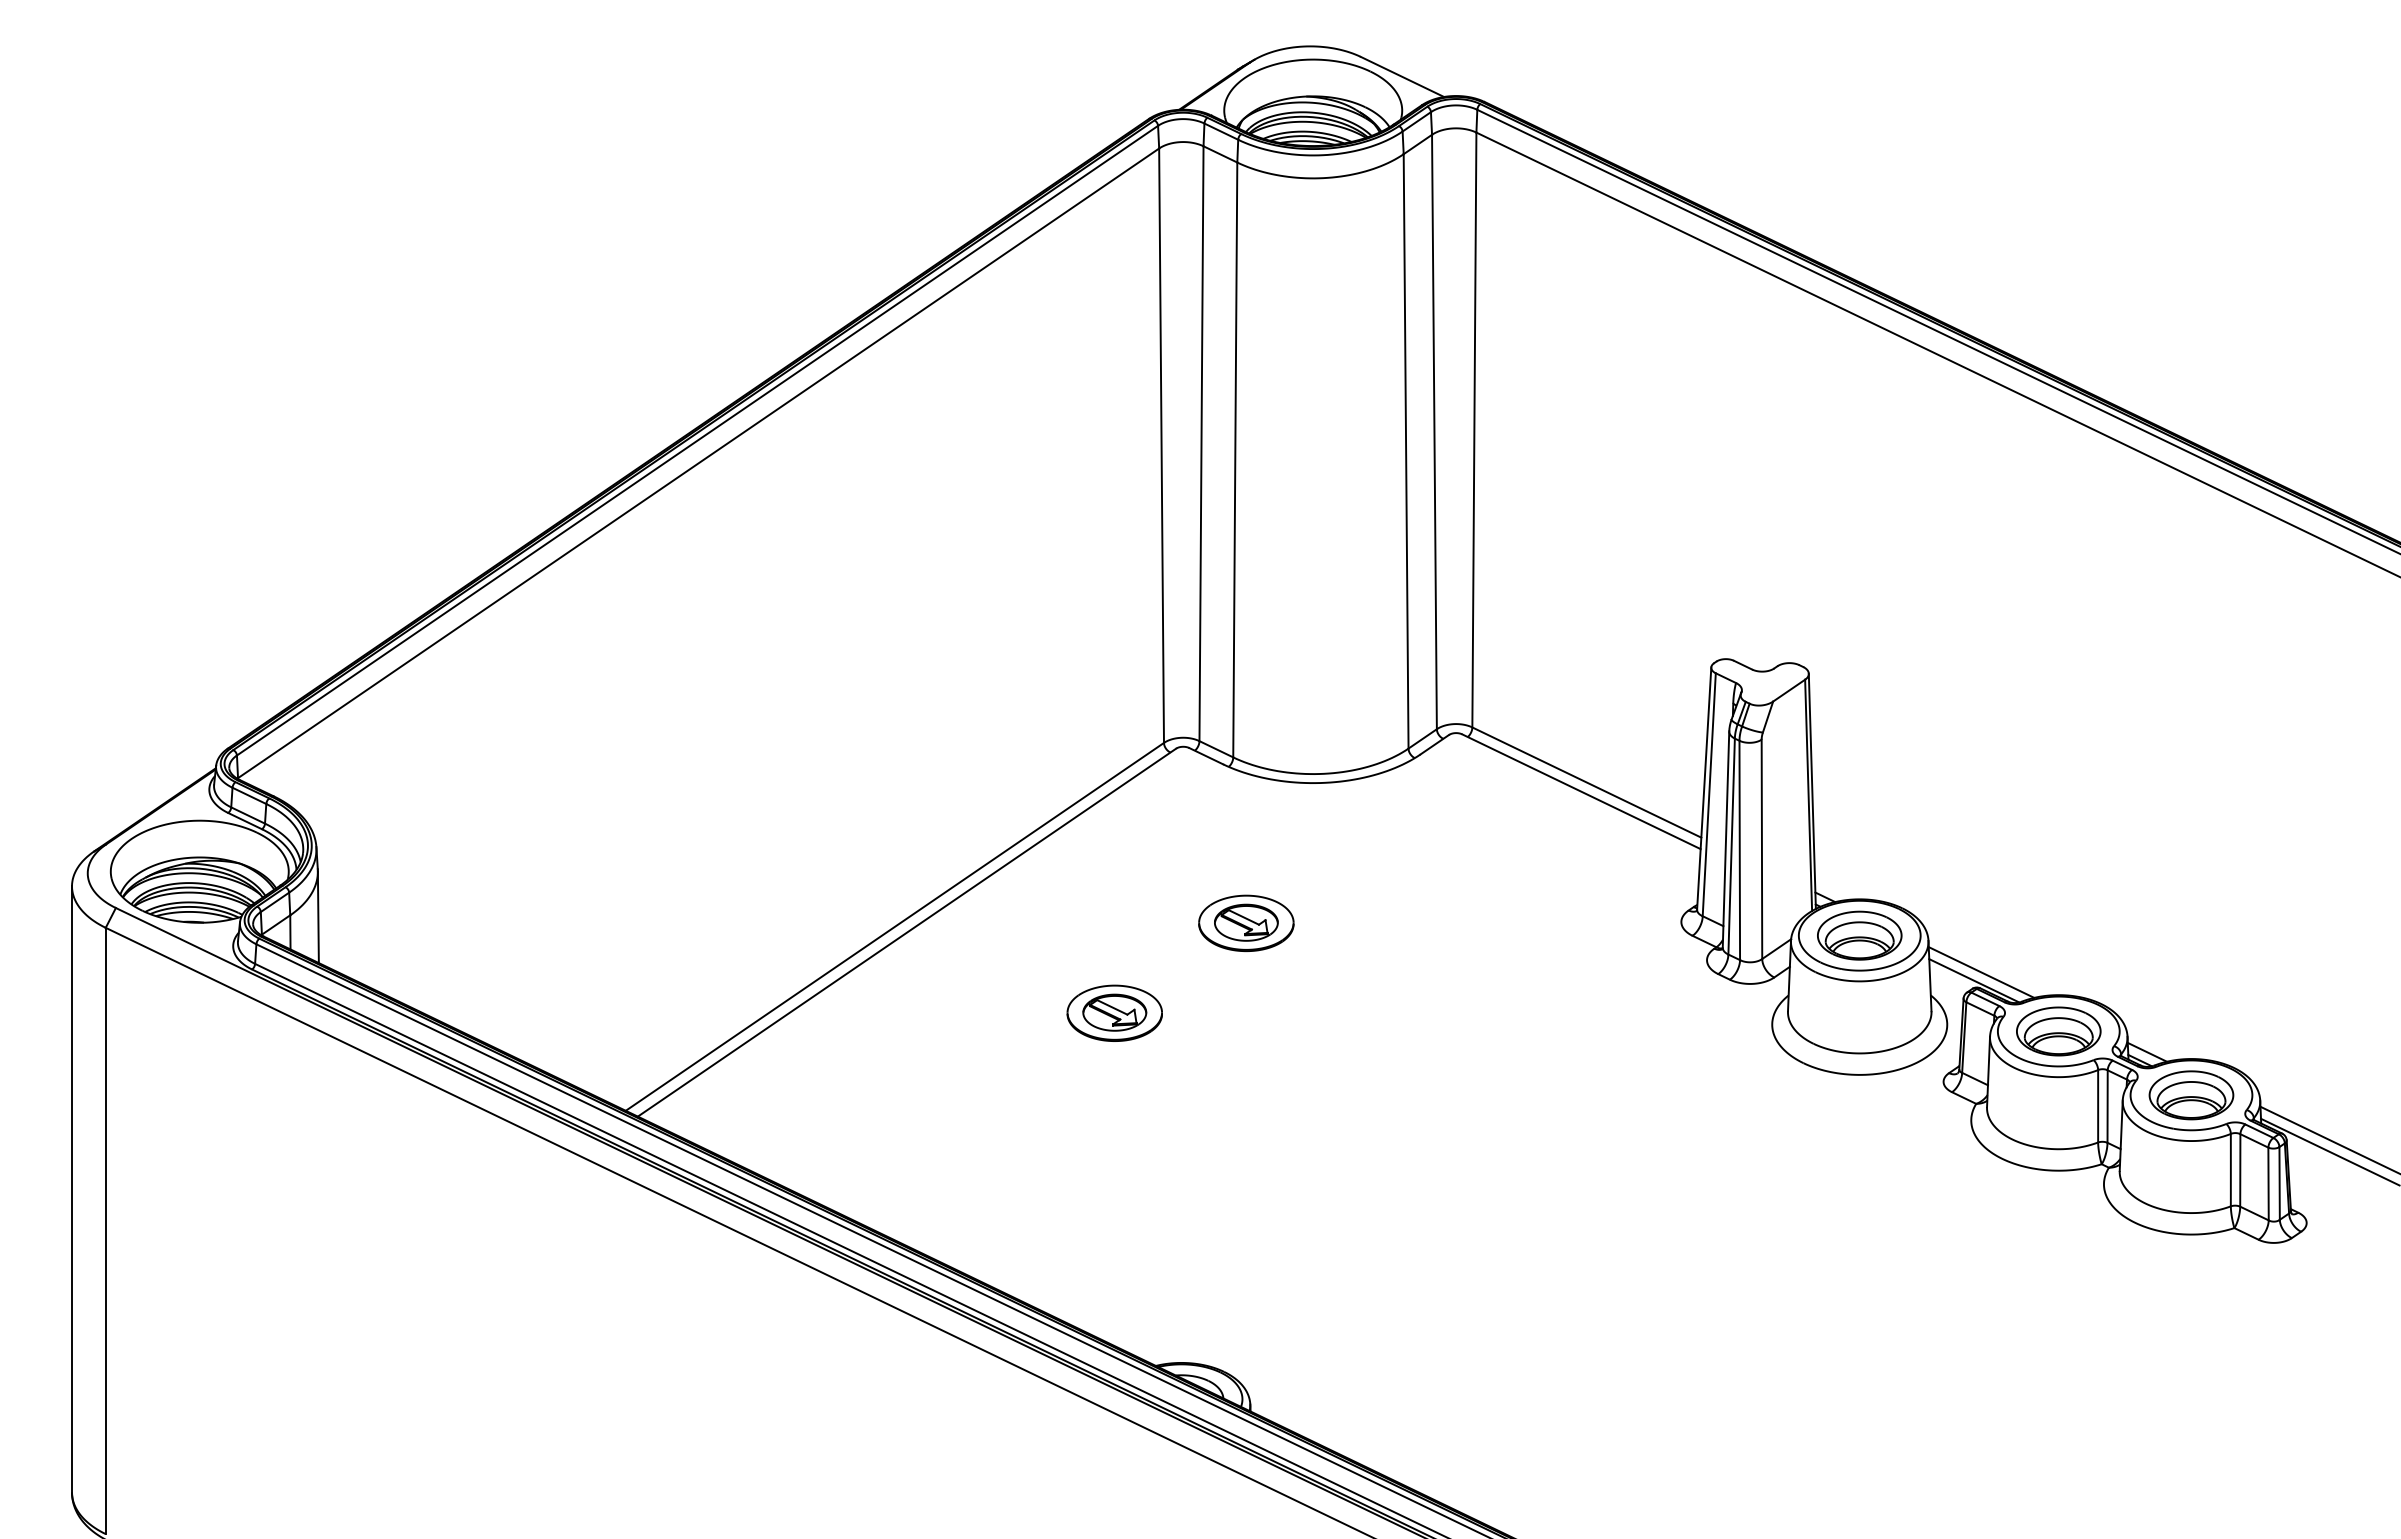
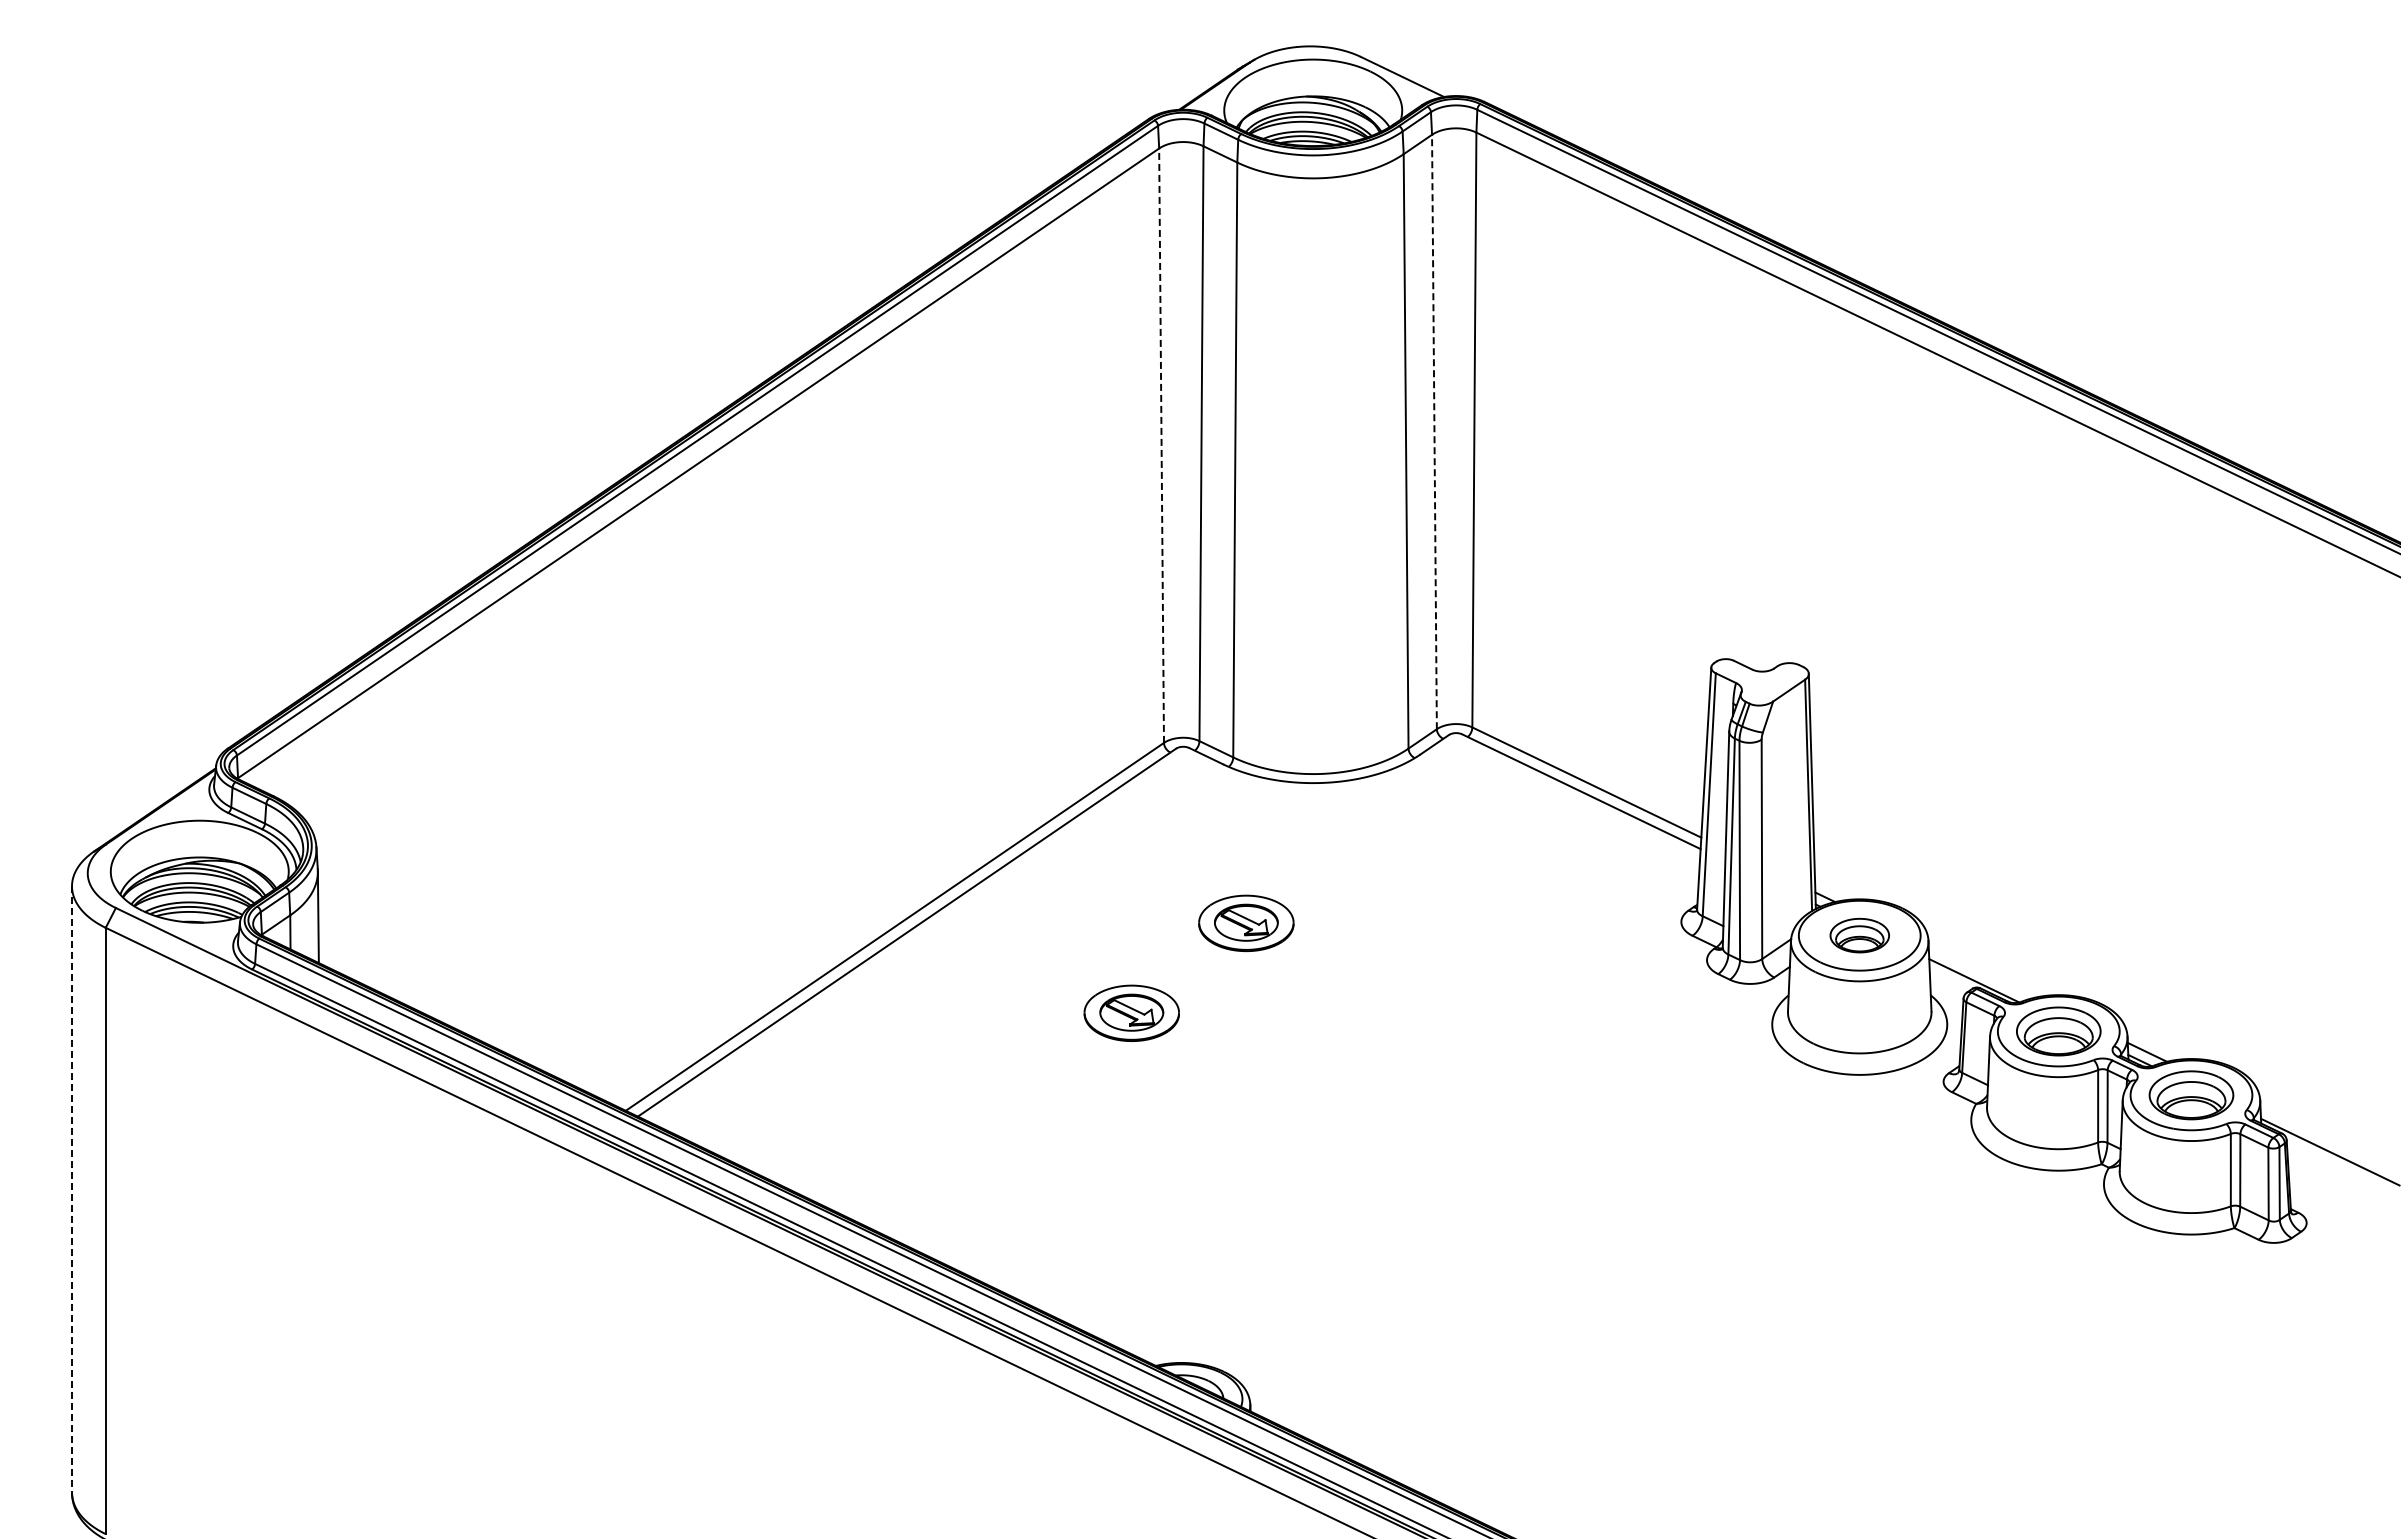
line at (1434, 431): solid -> dashed
line at (1161, 445): solid -> dashed
part at (1859, 935) size: 86x51 px -> 61x37 px
line at (1981, 972): present -> none
part at (1114, 1012) position: (1114, 1012) -> (1131, 1012)
line at (2328, 1139): present -> none
line at (72, 1189): solid -> dashed
